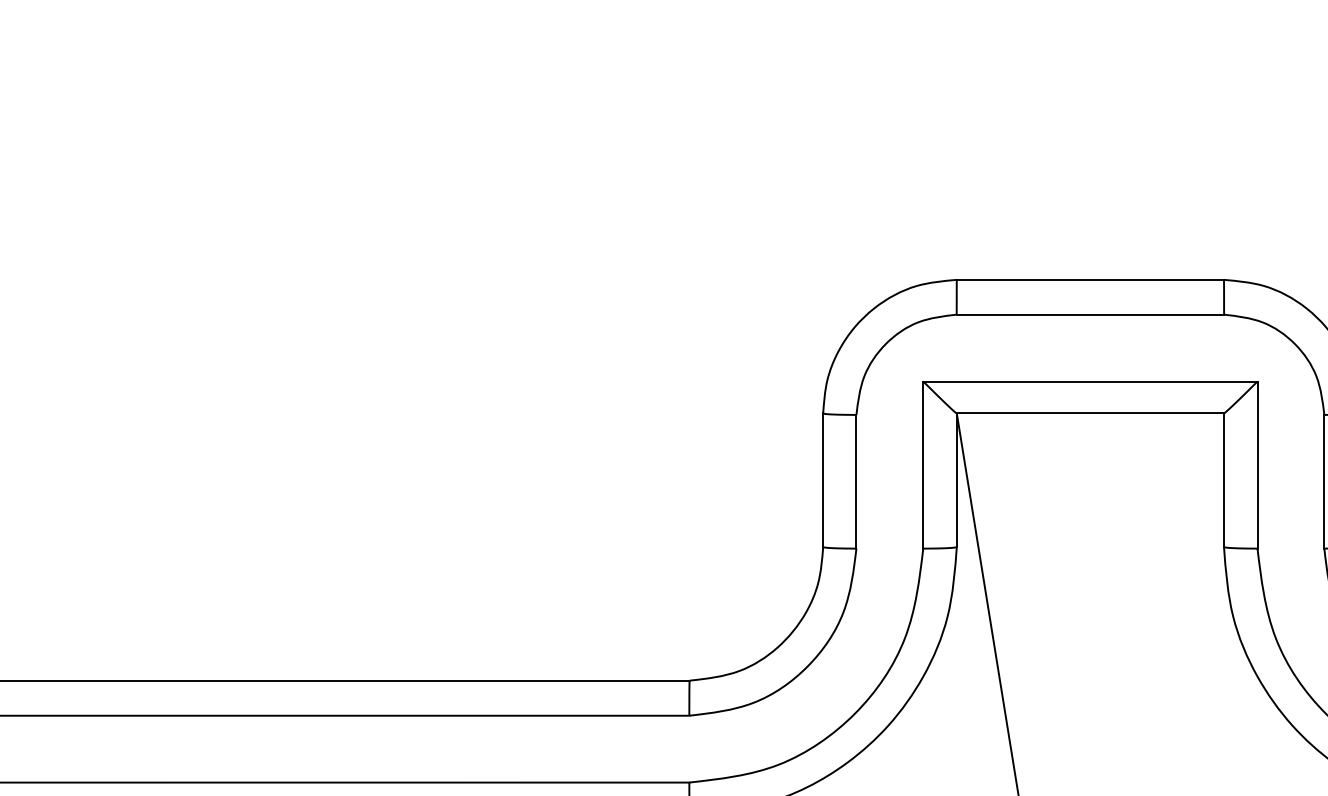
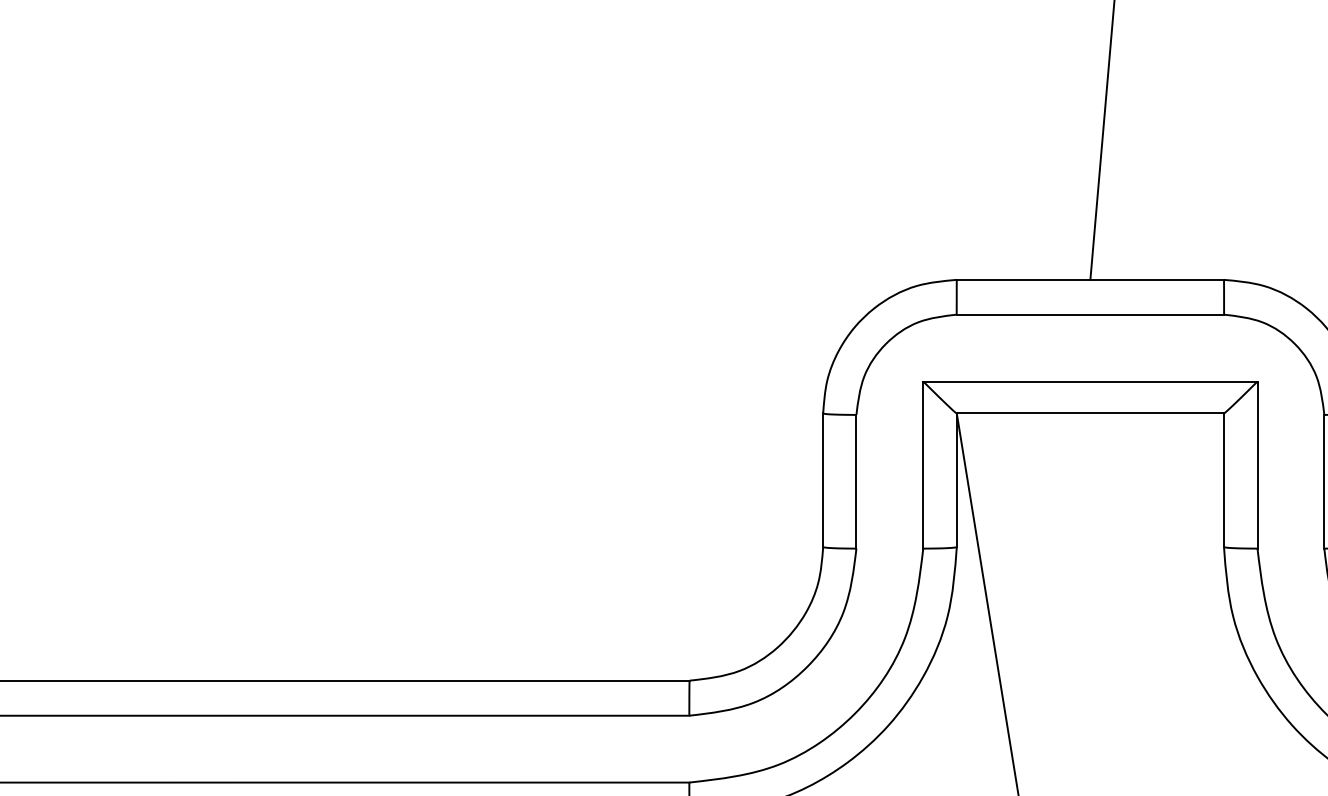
line at (1102, 140): none -> present
